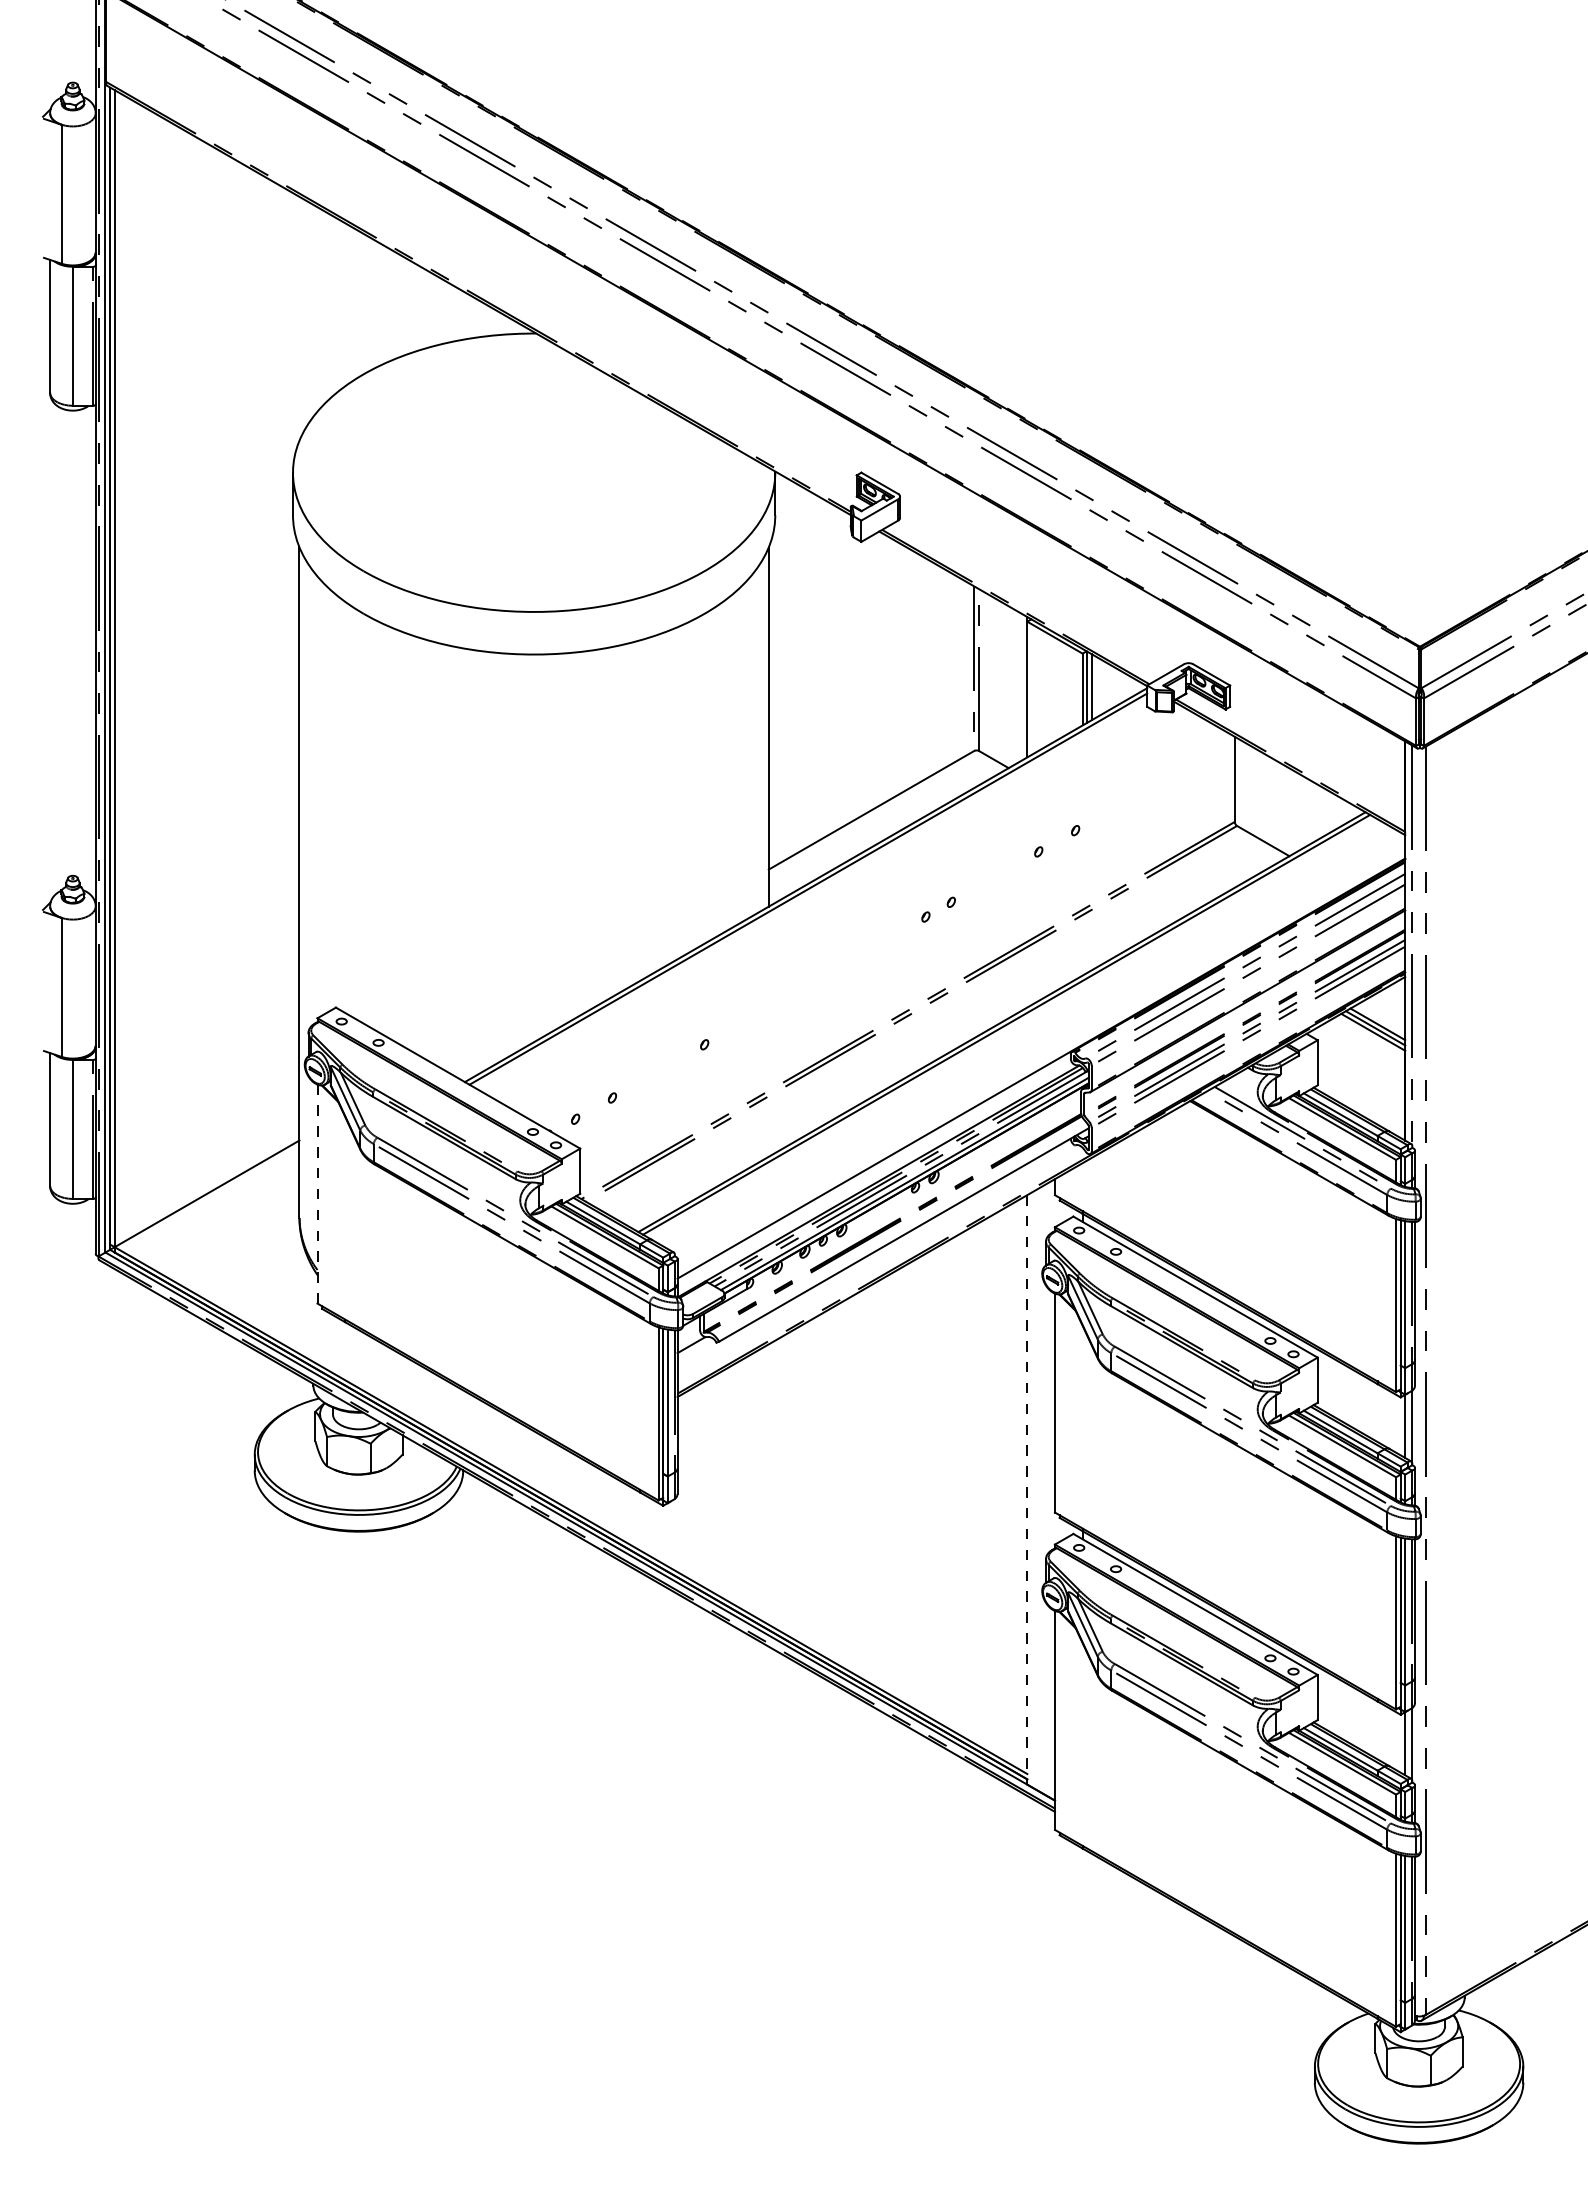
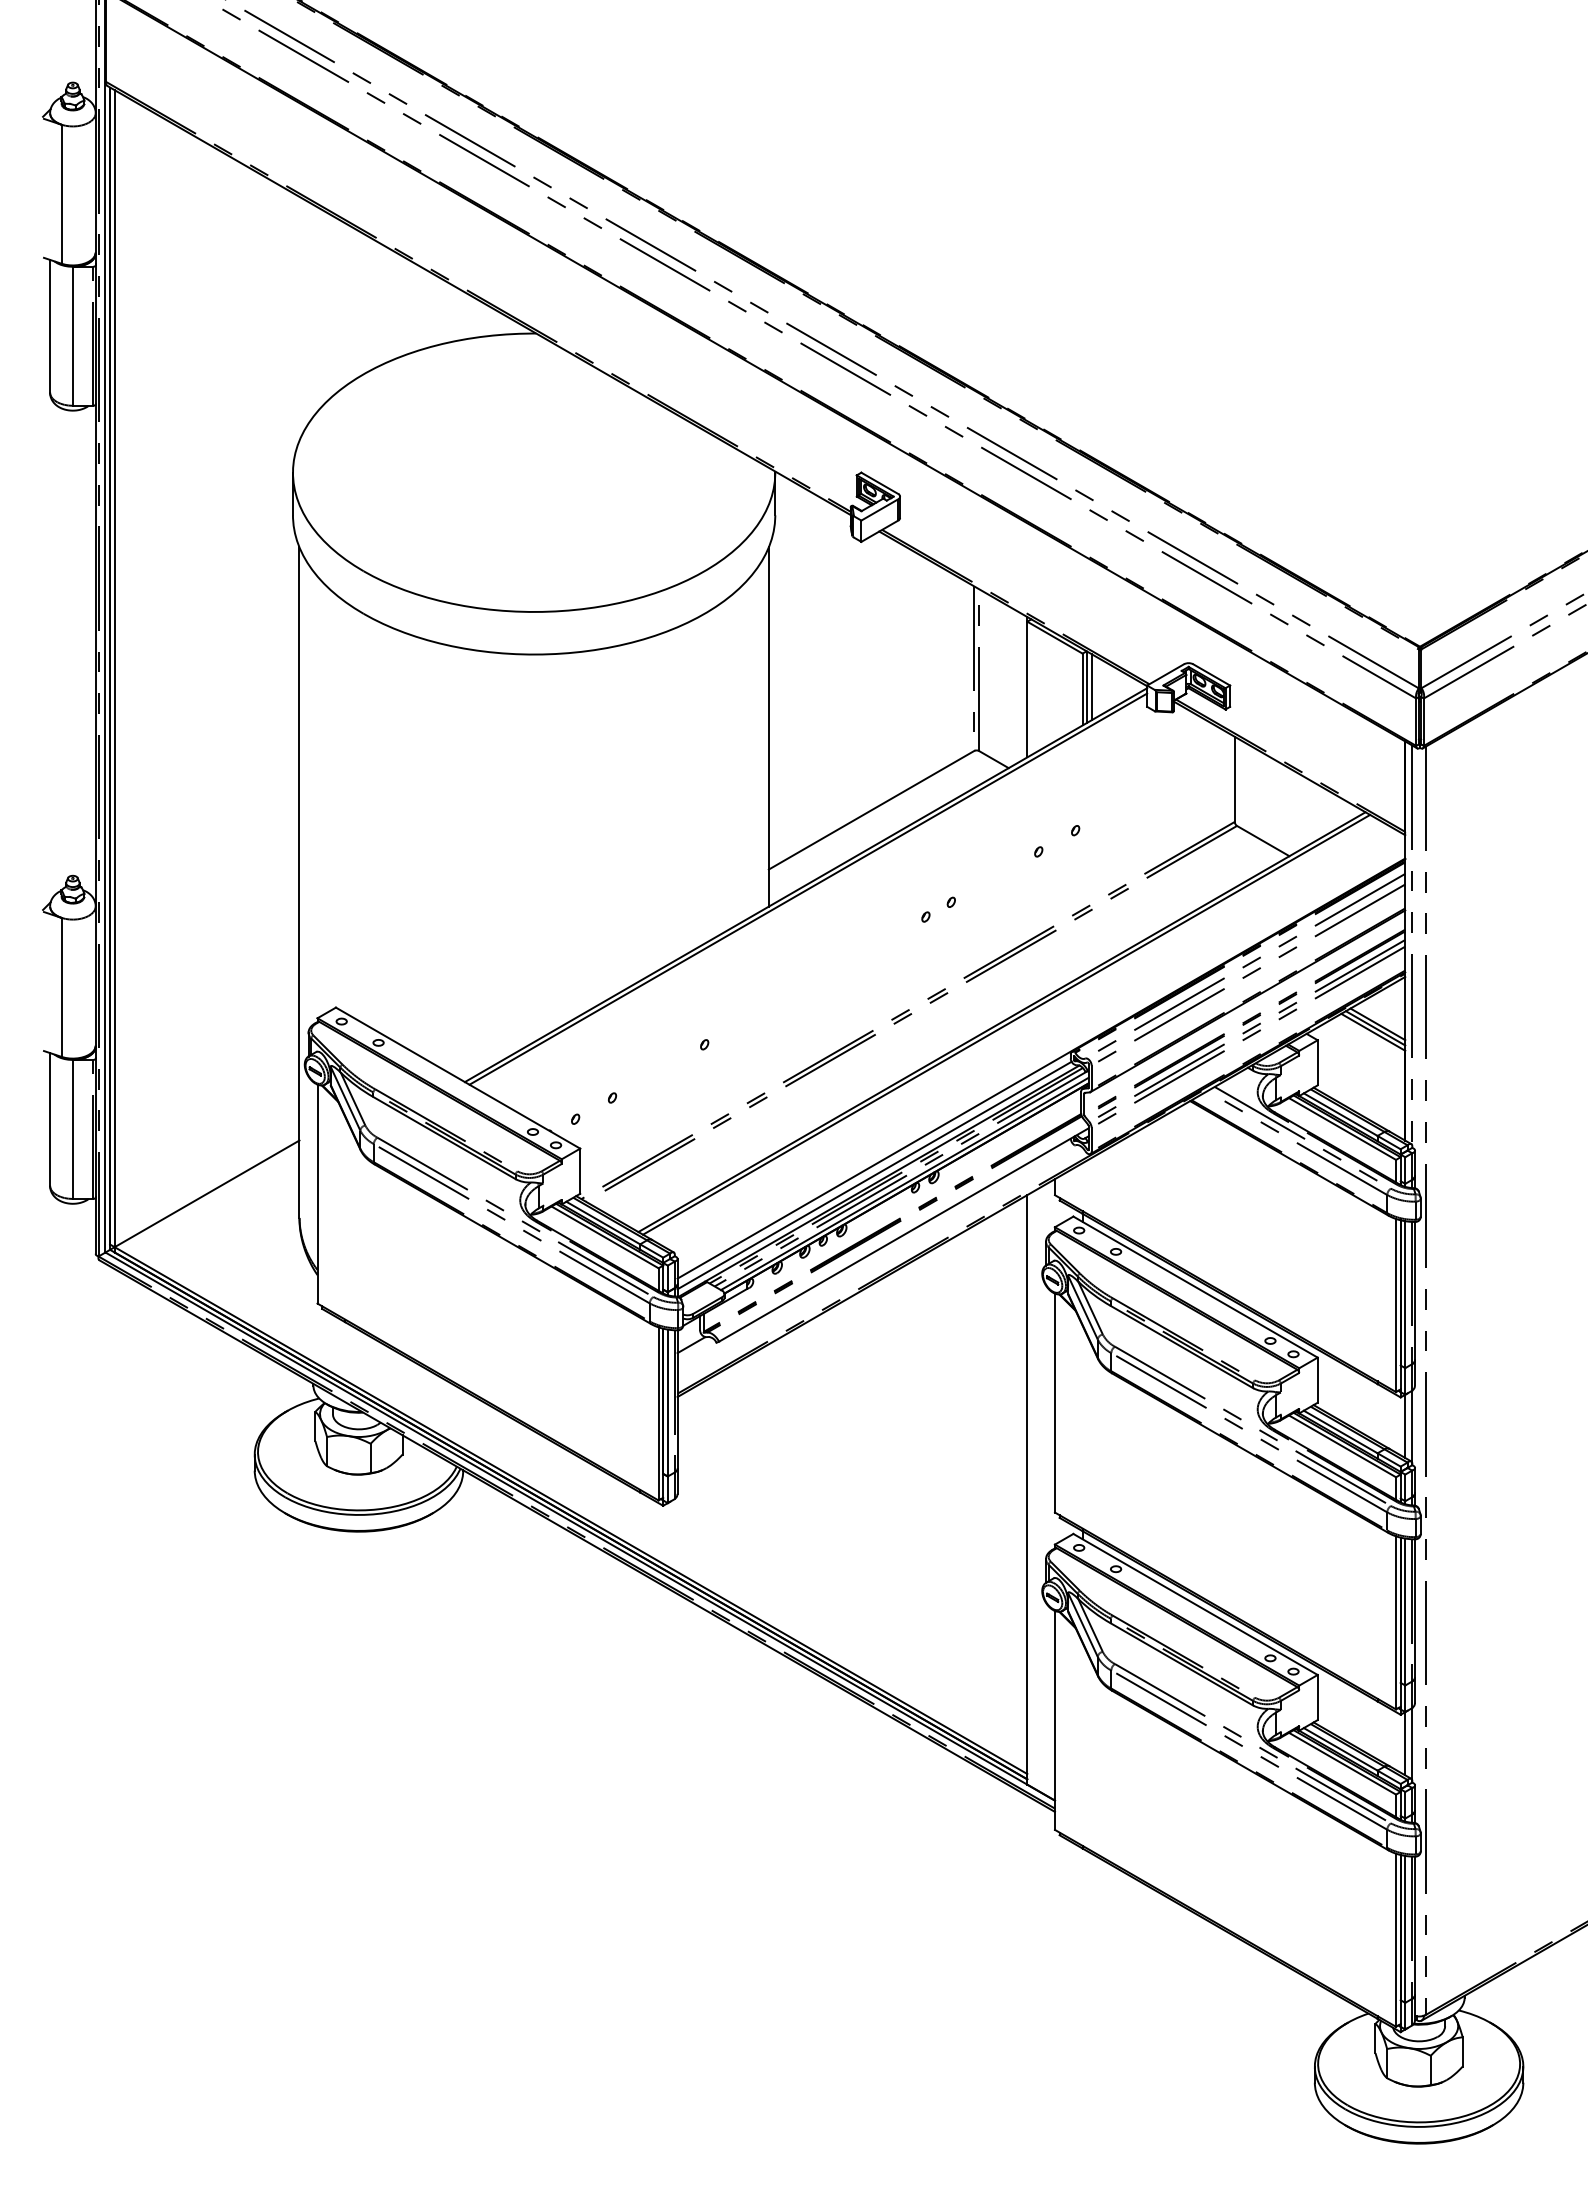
line at (874, 1175): none -> present
line at (317, 1193): dashed -> solid
line at (1027, 1489): dashed -> solid
